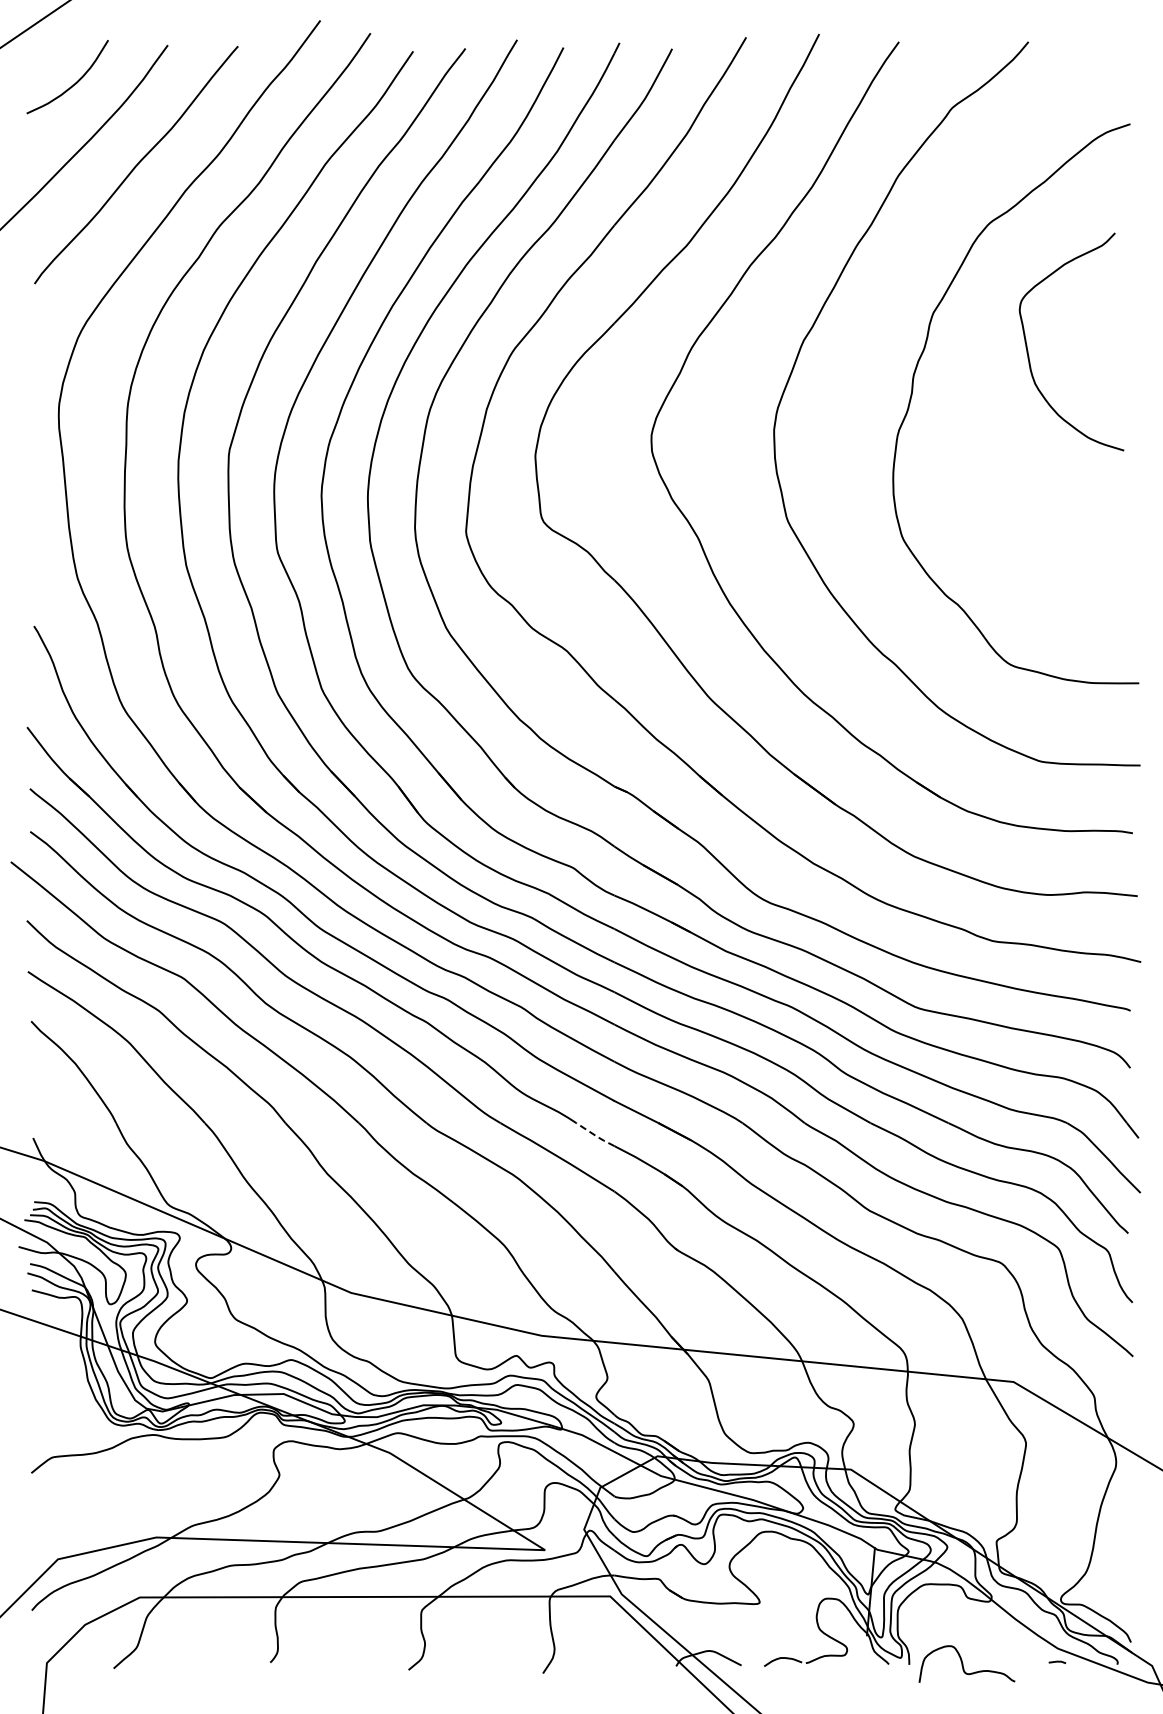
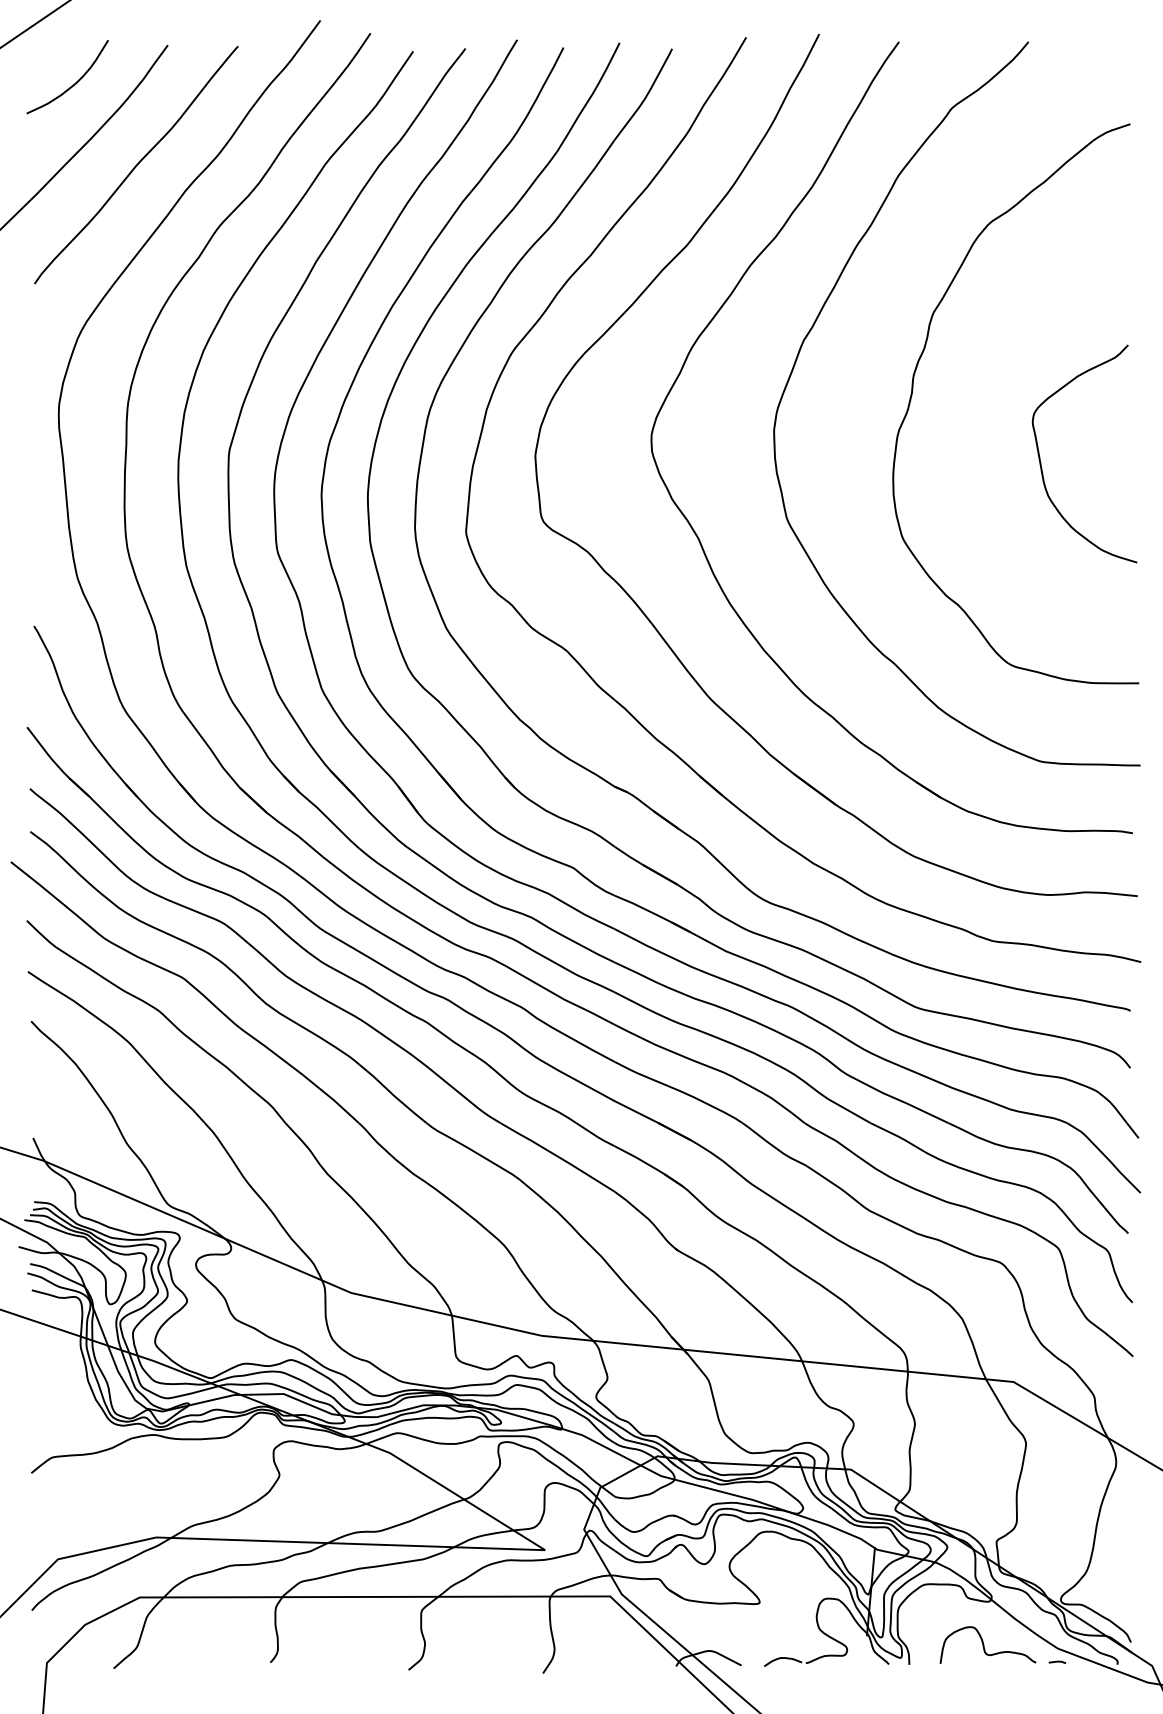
curve at (1028, 350) position: (1028, 350) -> (1041, 462)
line at (596, 1136): dashed -> solid
curve at (963, 1663) position: (963, 1663) -> (984, 1644)
